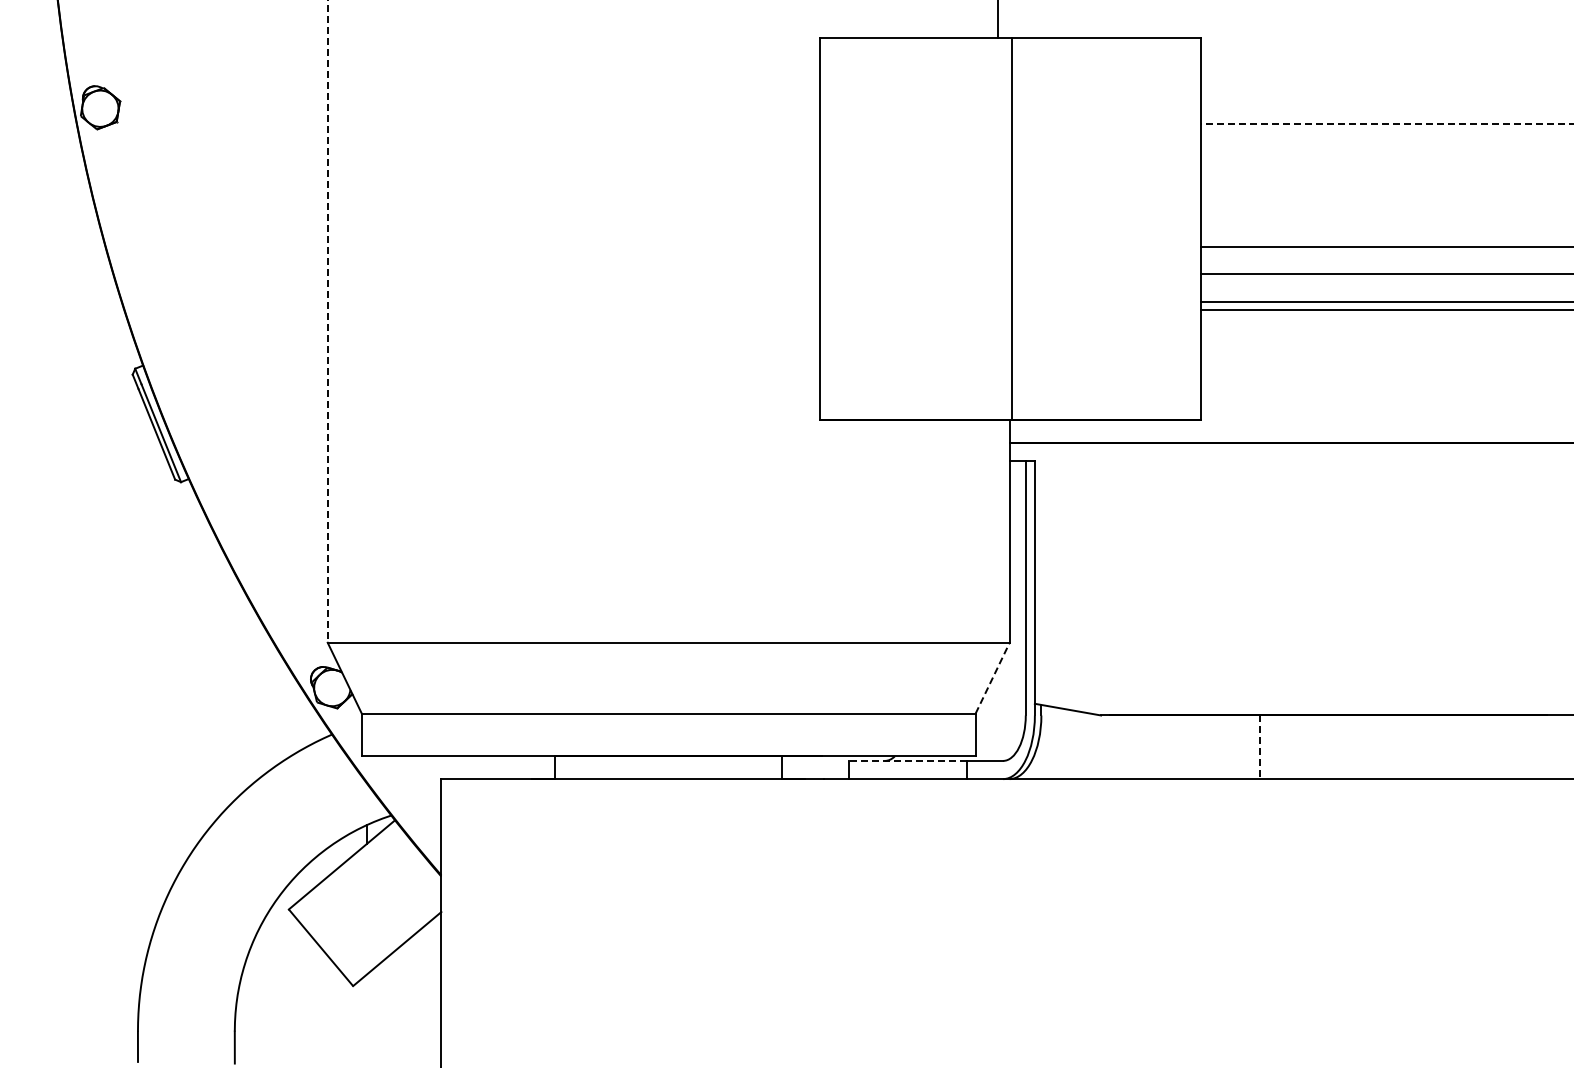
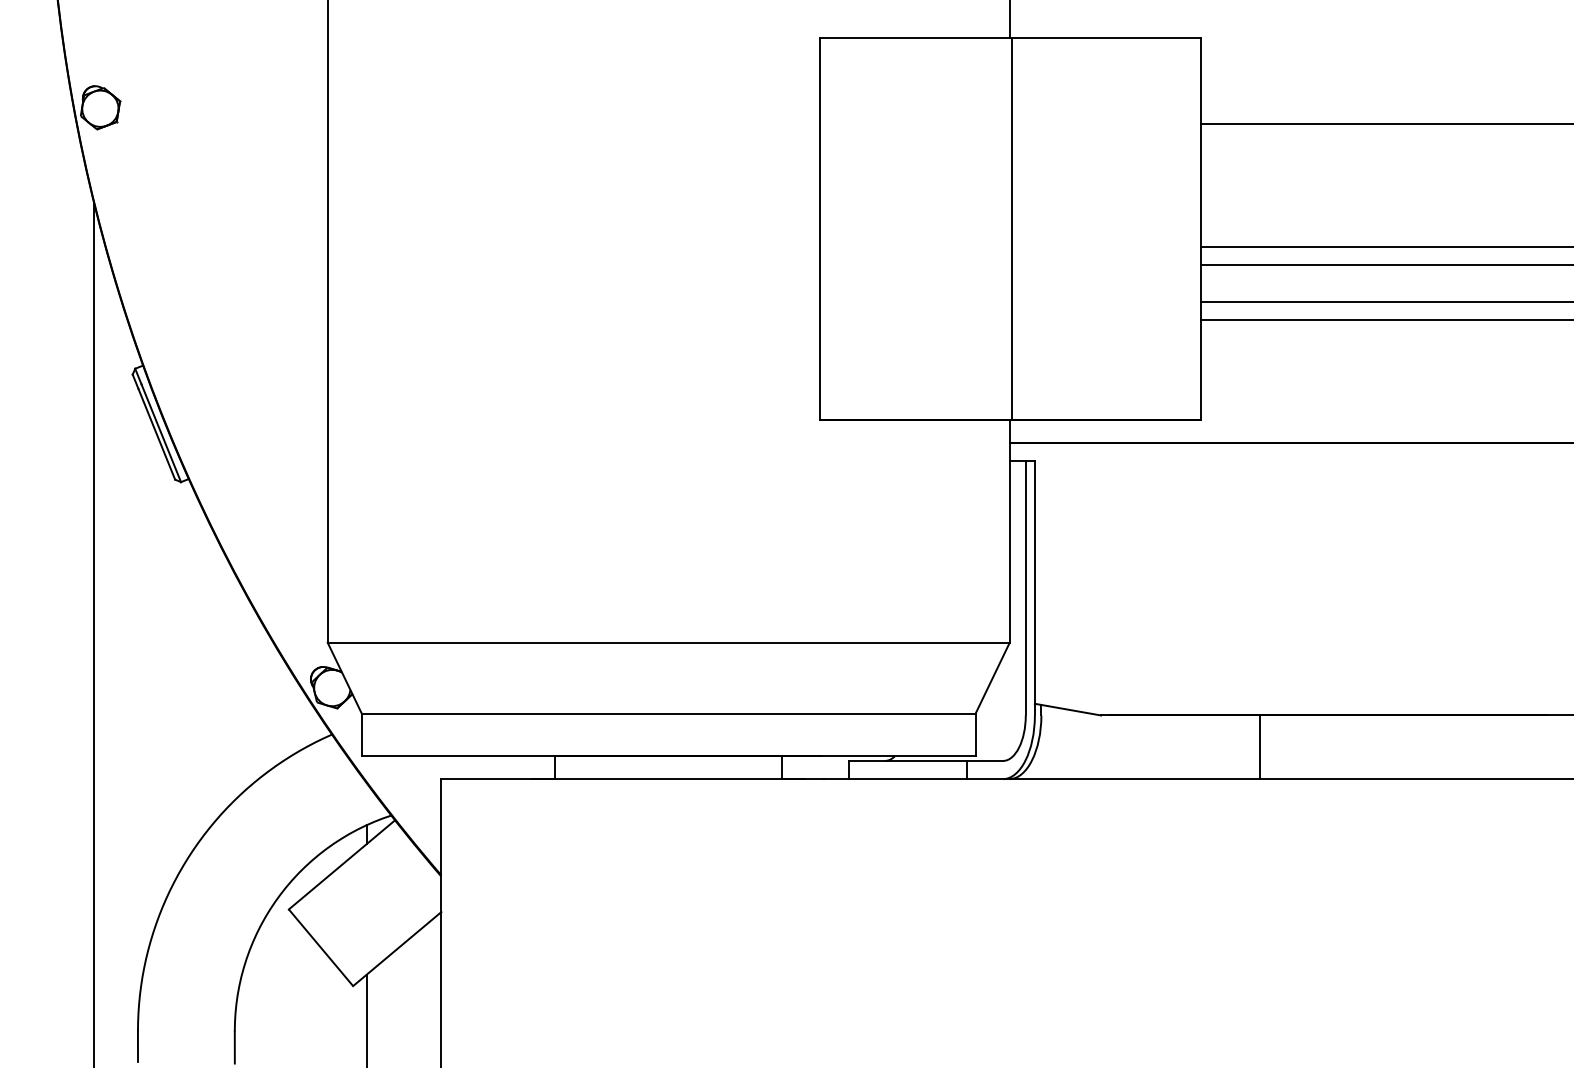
line at (997, 20) position: (997, 20) -> (1009, 20)
line at (1386, 124): dashed -> solid
line at (1385, 274) position: (1385, 274) -> (1385, 265)
line at (1385, 309) position: (1385, 309) -> (1385, 319)
line at (327, 321): dashed -> solid
line at (93, 632): none -> present
line at (992, 677): dashed -> solid
line at (1260, 747): dashed -> solid
line at (907, 760): dashed -> solid
line at (366, 1019): none -> present
